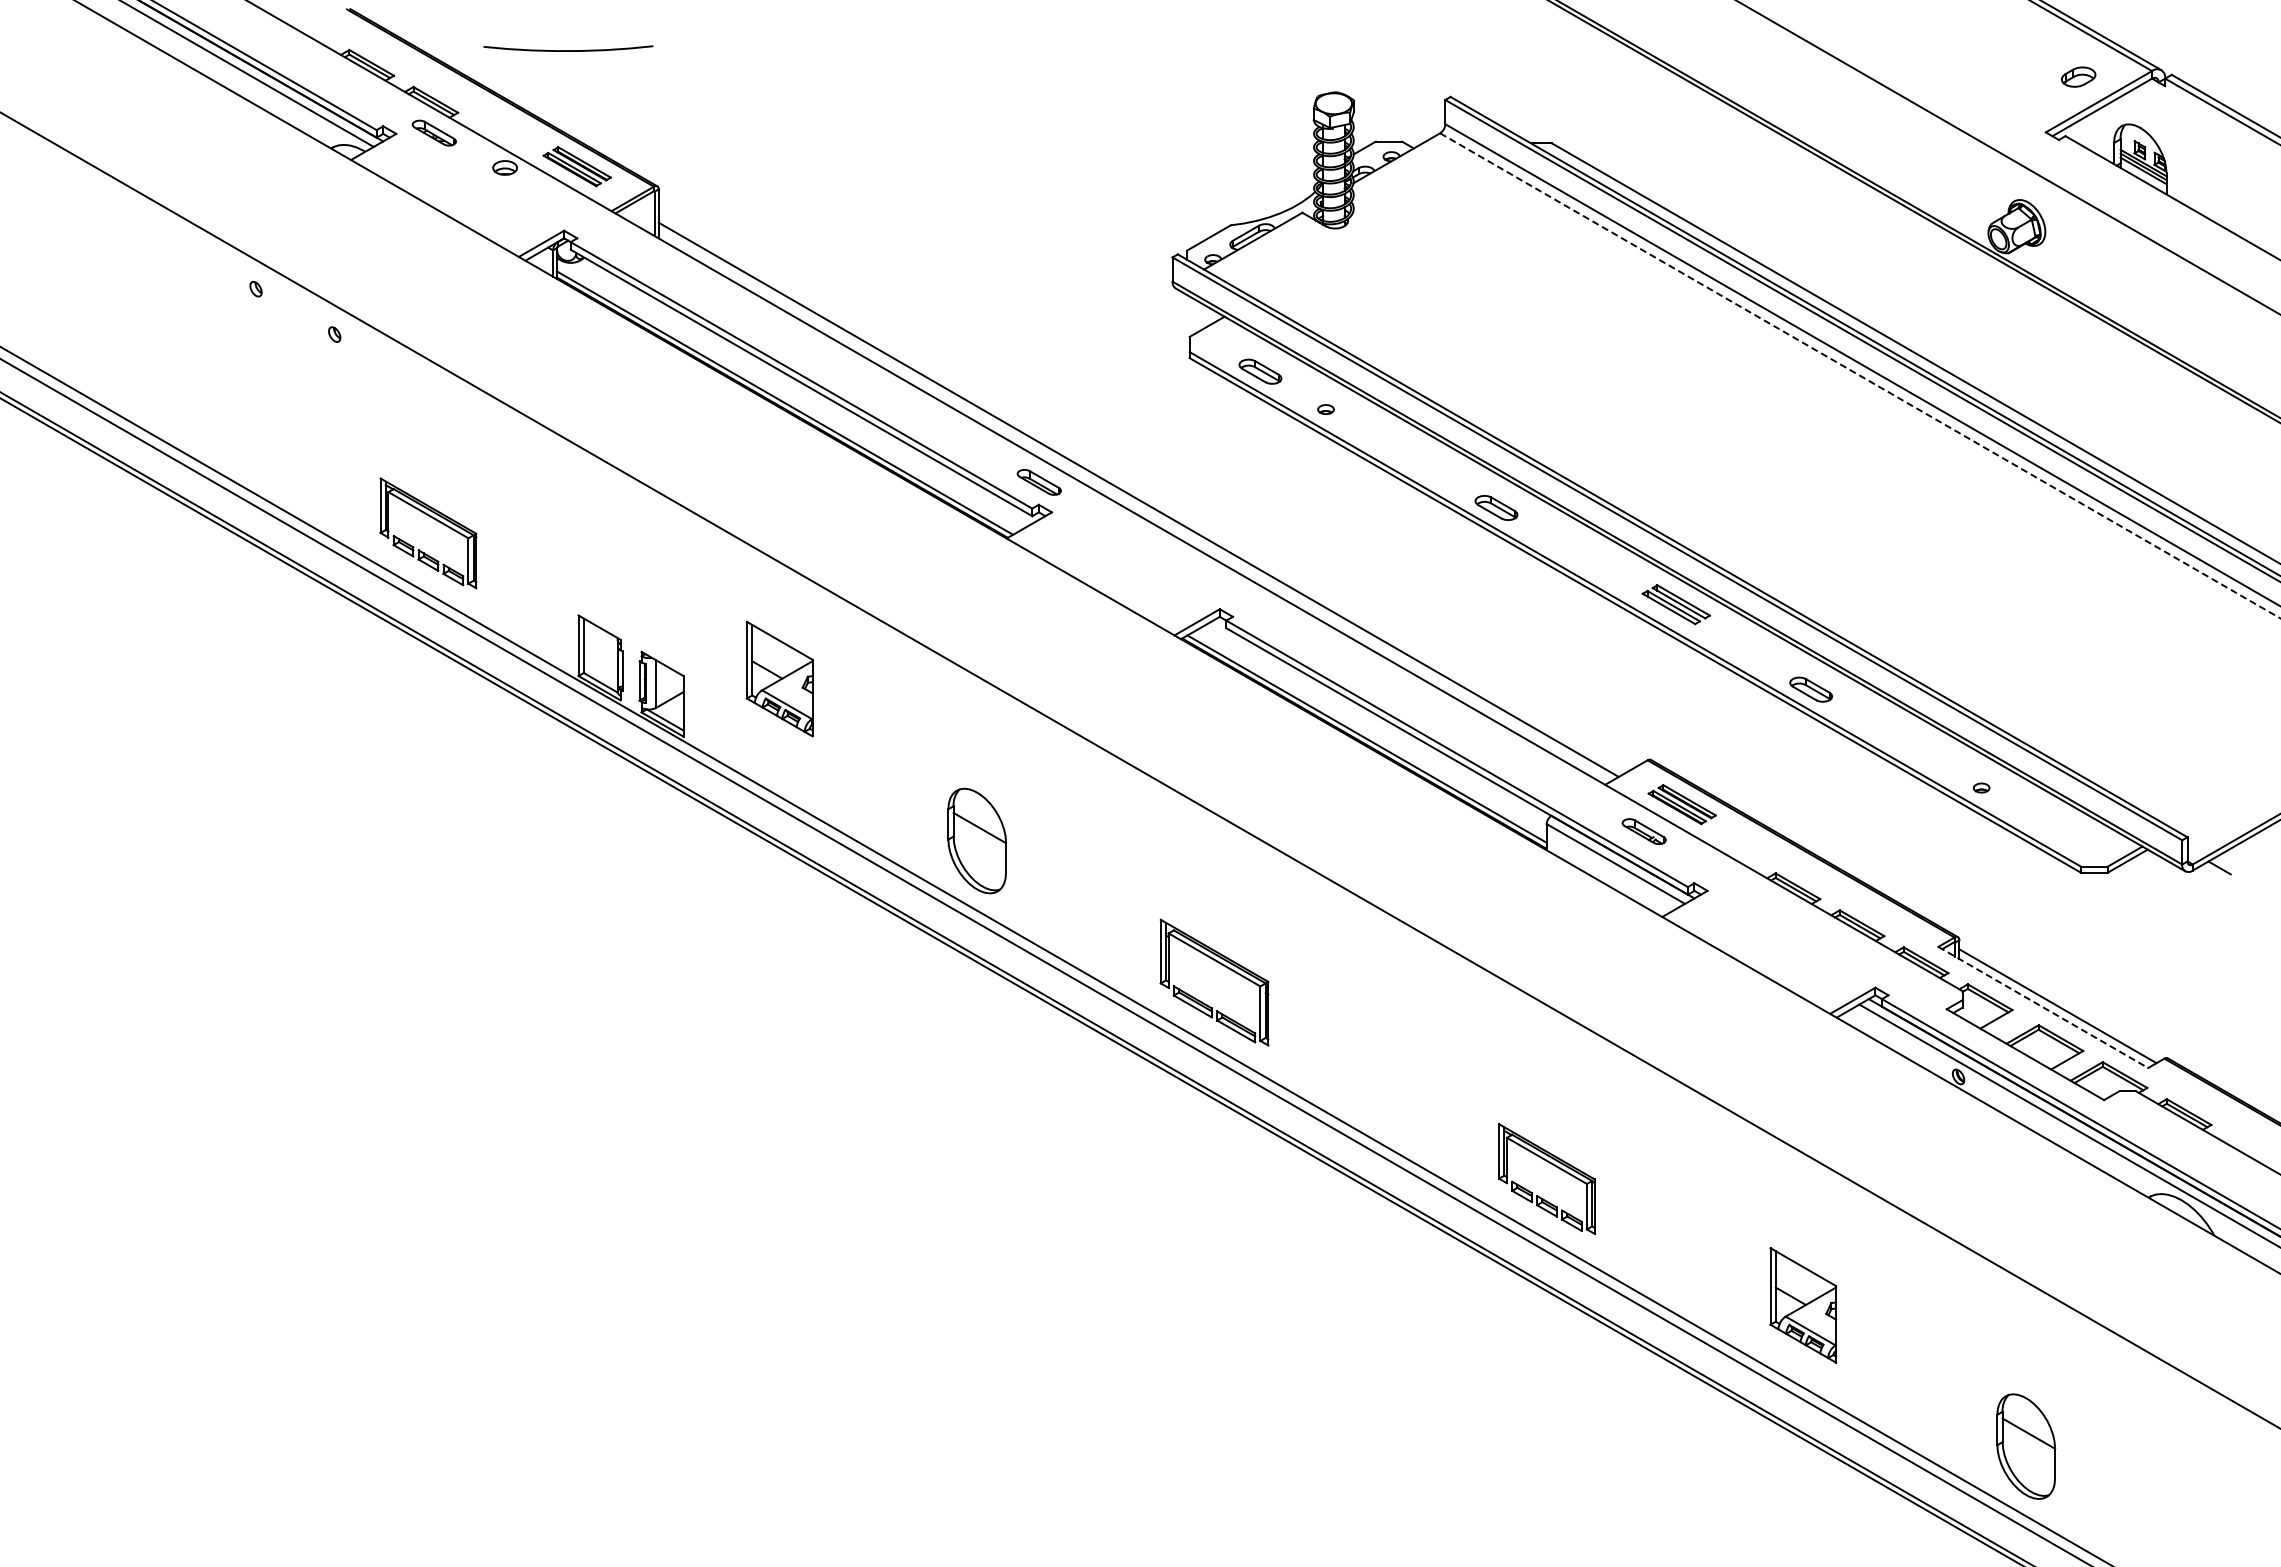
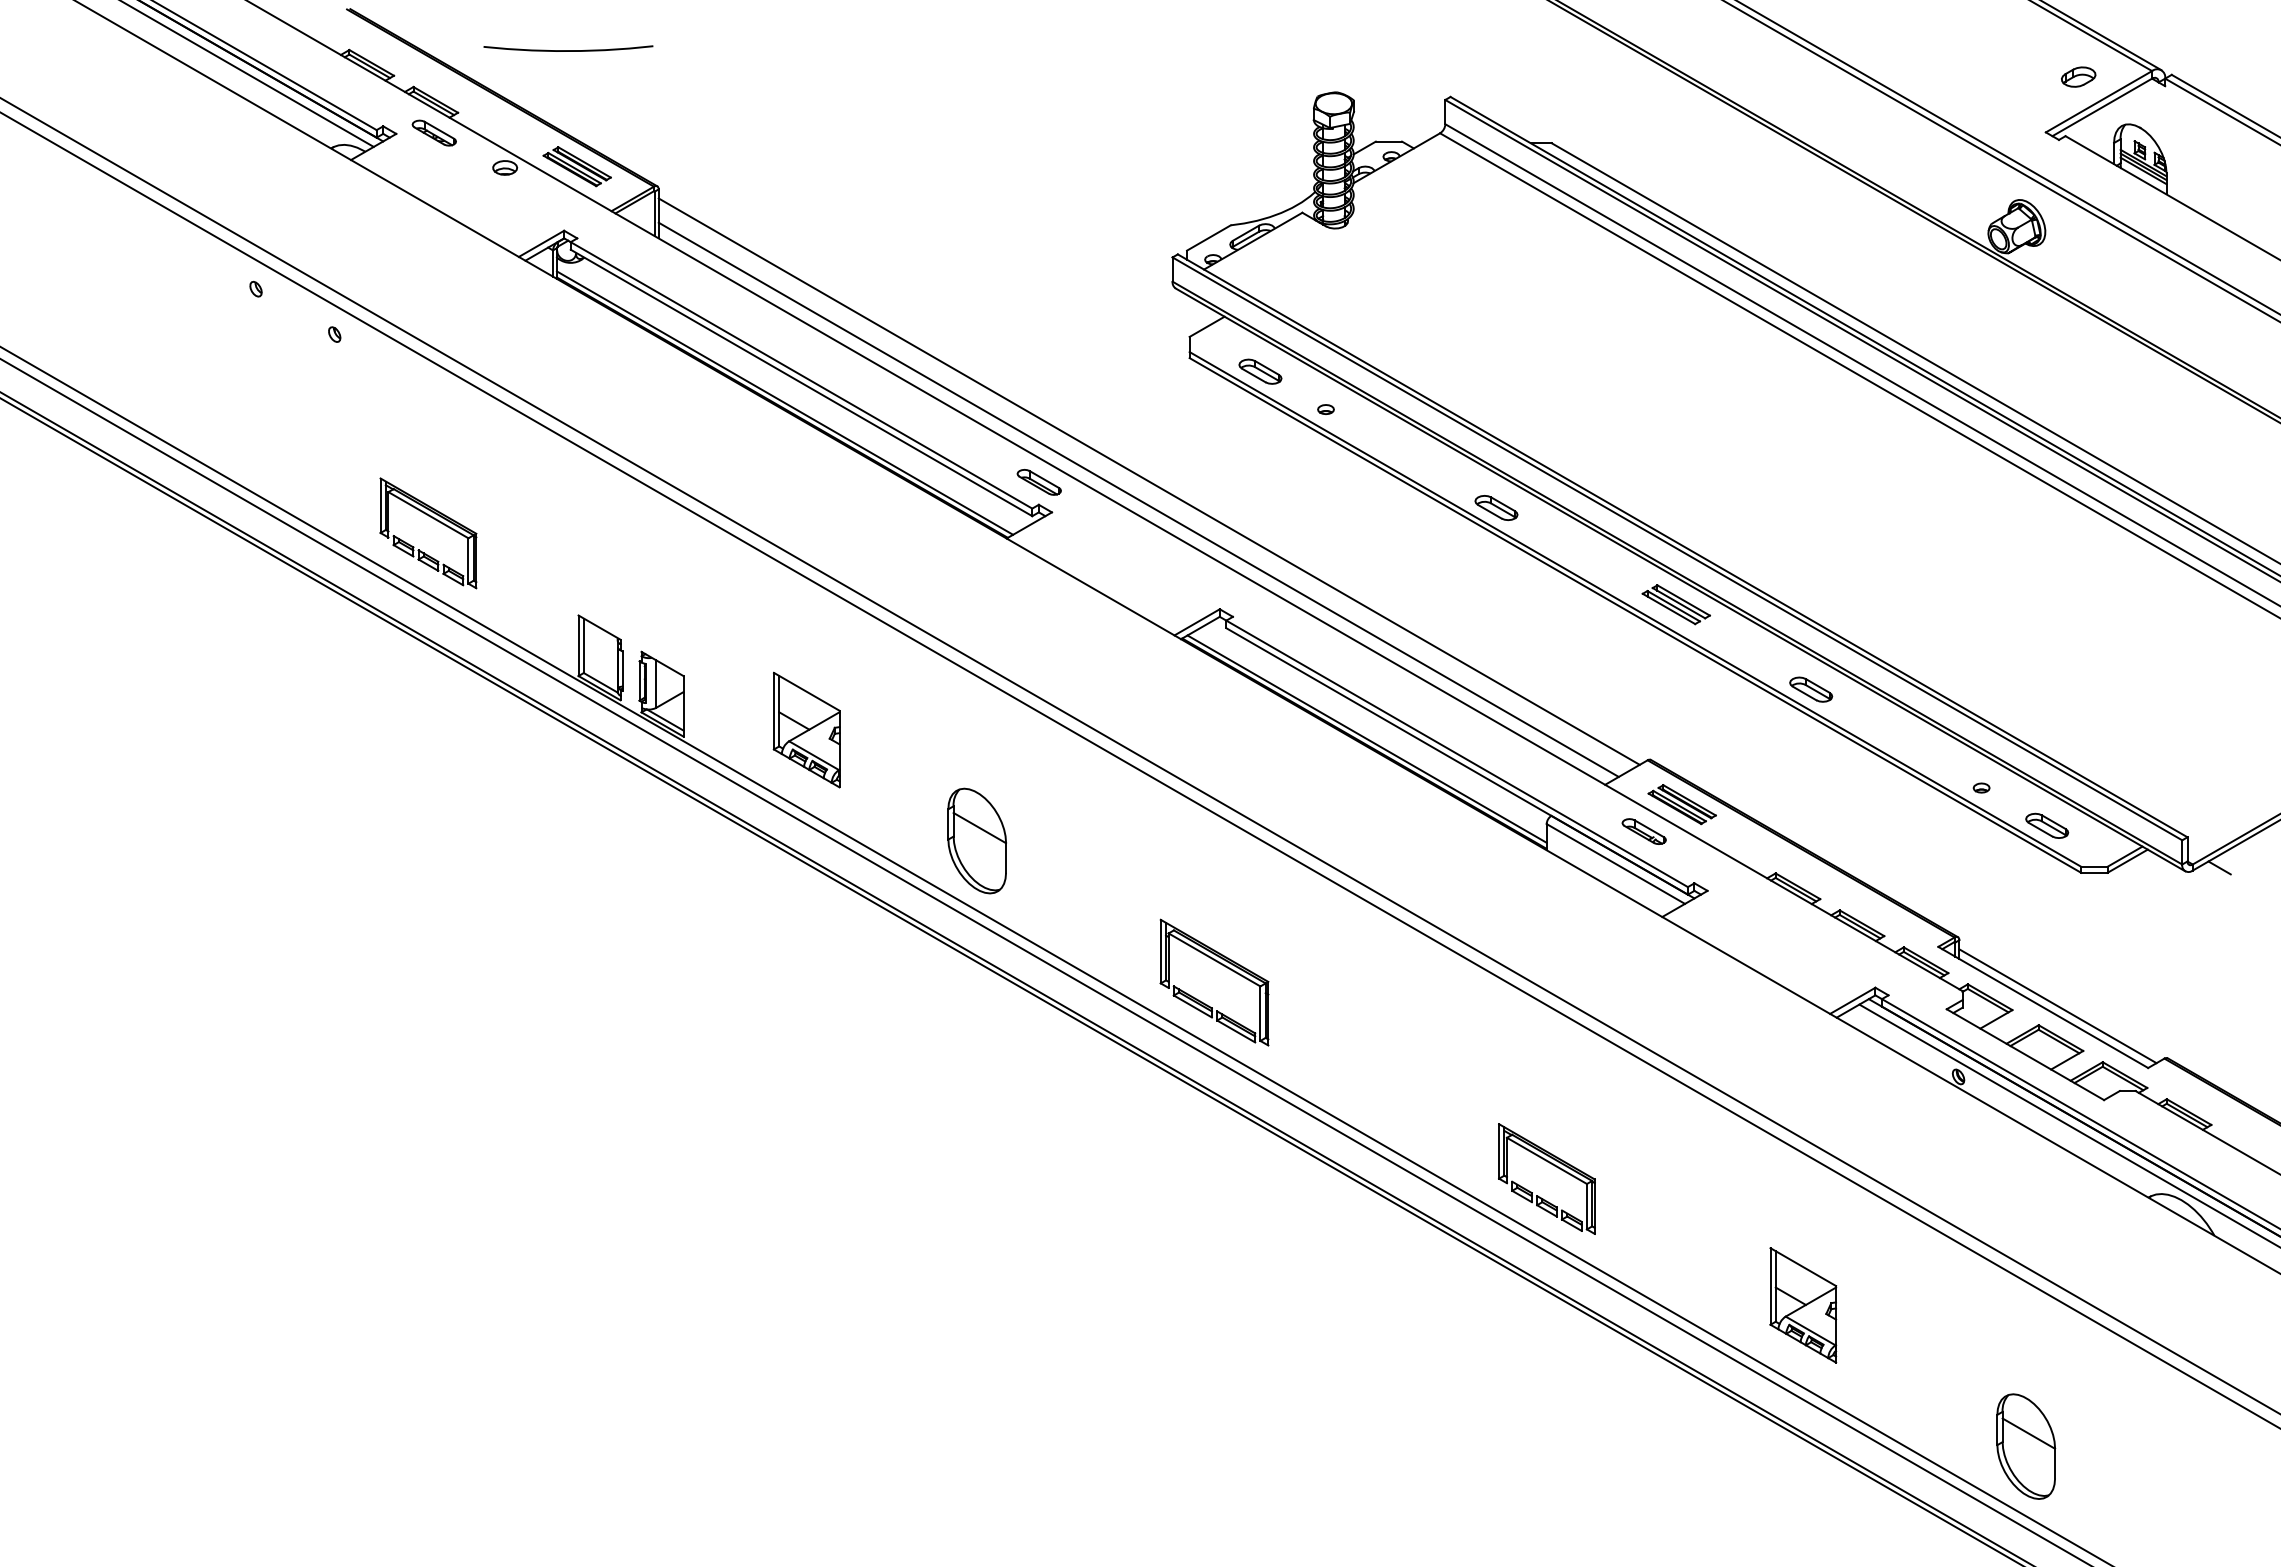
line at (2001, 161): none -> present
line at (1860, 376): dashed -> solid
line at (1148, 481): none -> present
part at (779, 678) position: (779, 678) -> (806, 729)
line at (1139, 755): none -> present
part at (2047, 825): none -> present
line at (2043, 1007): dashed -> solid
